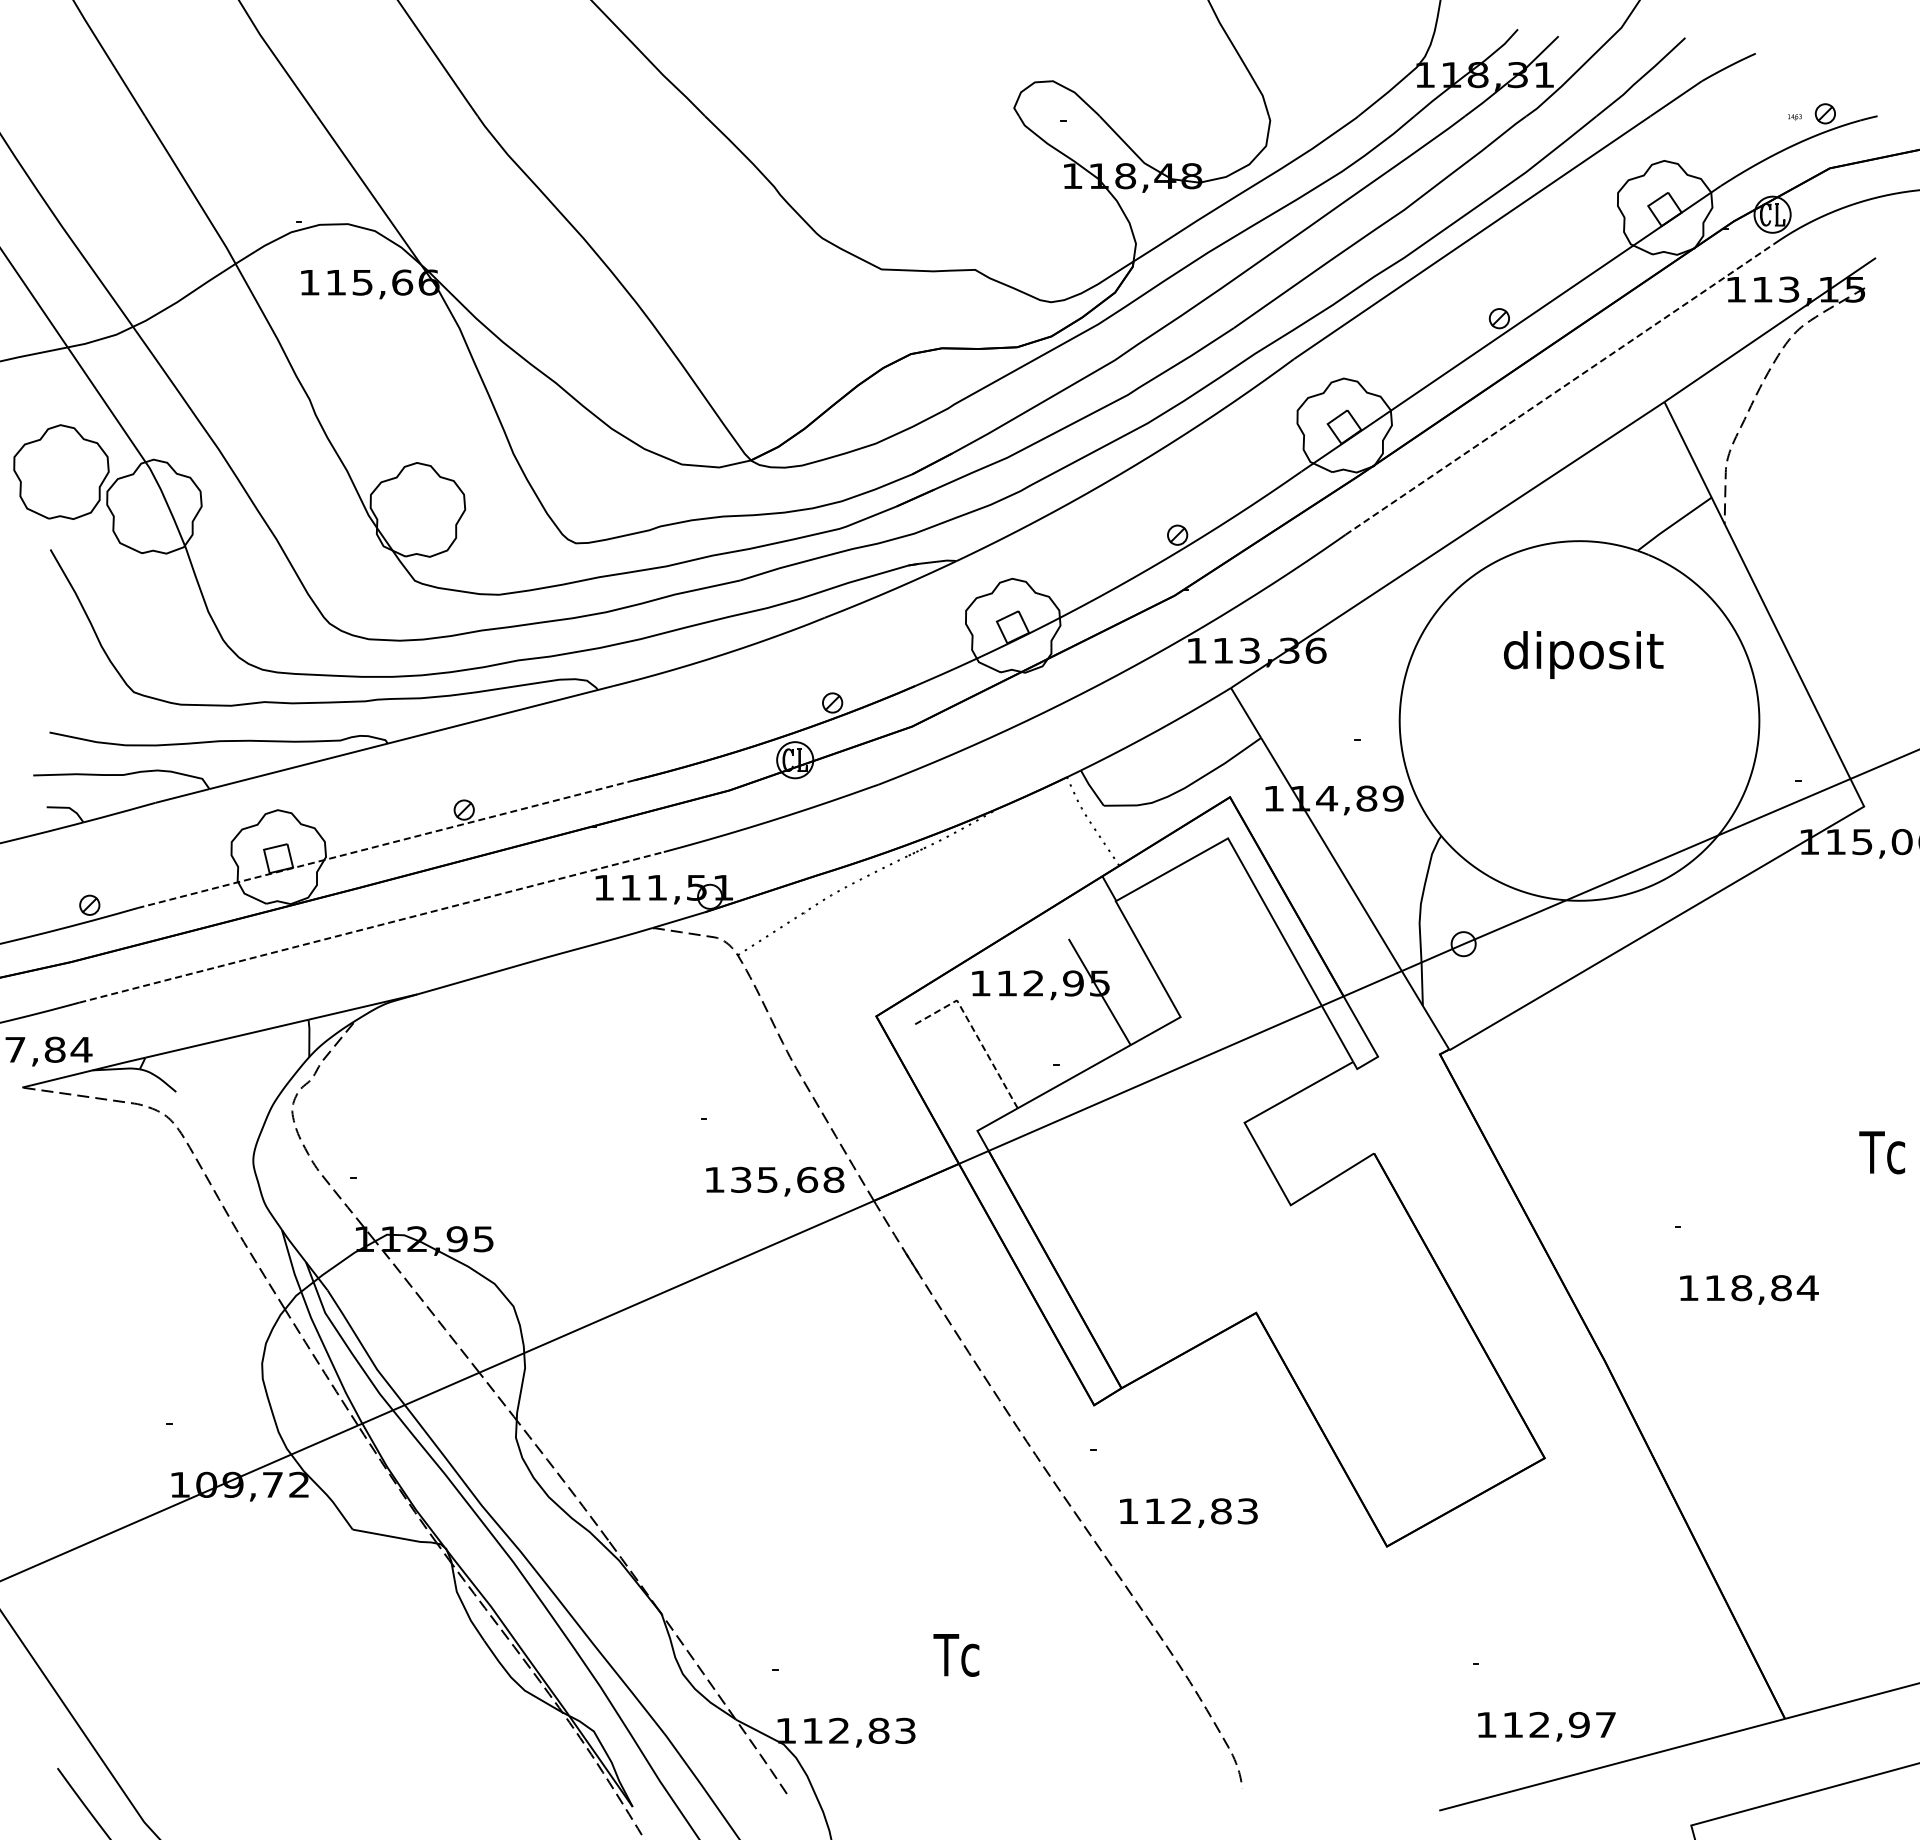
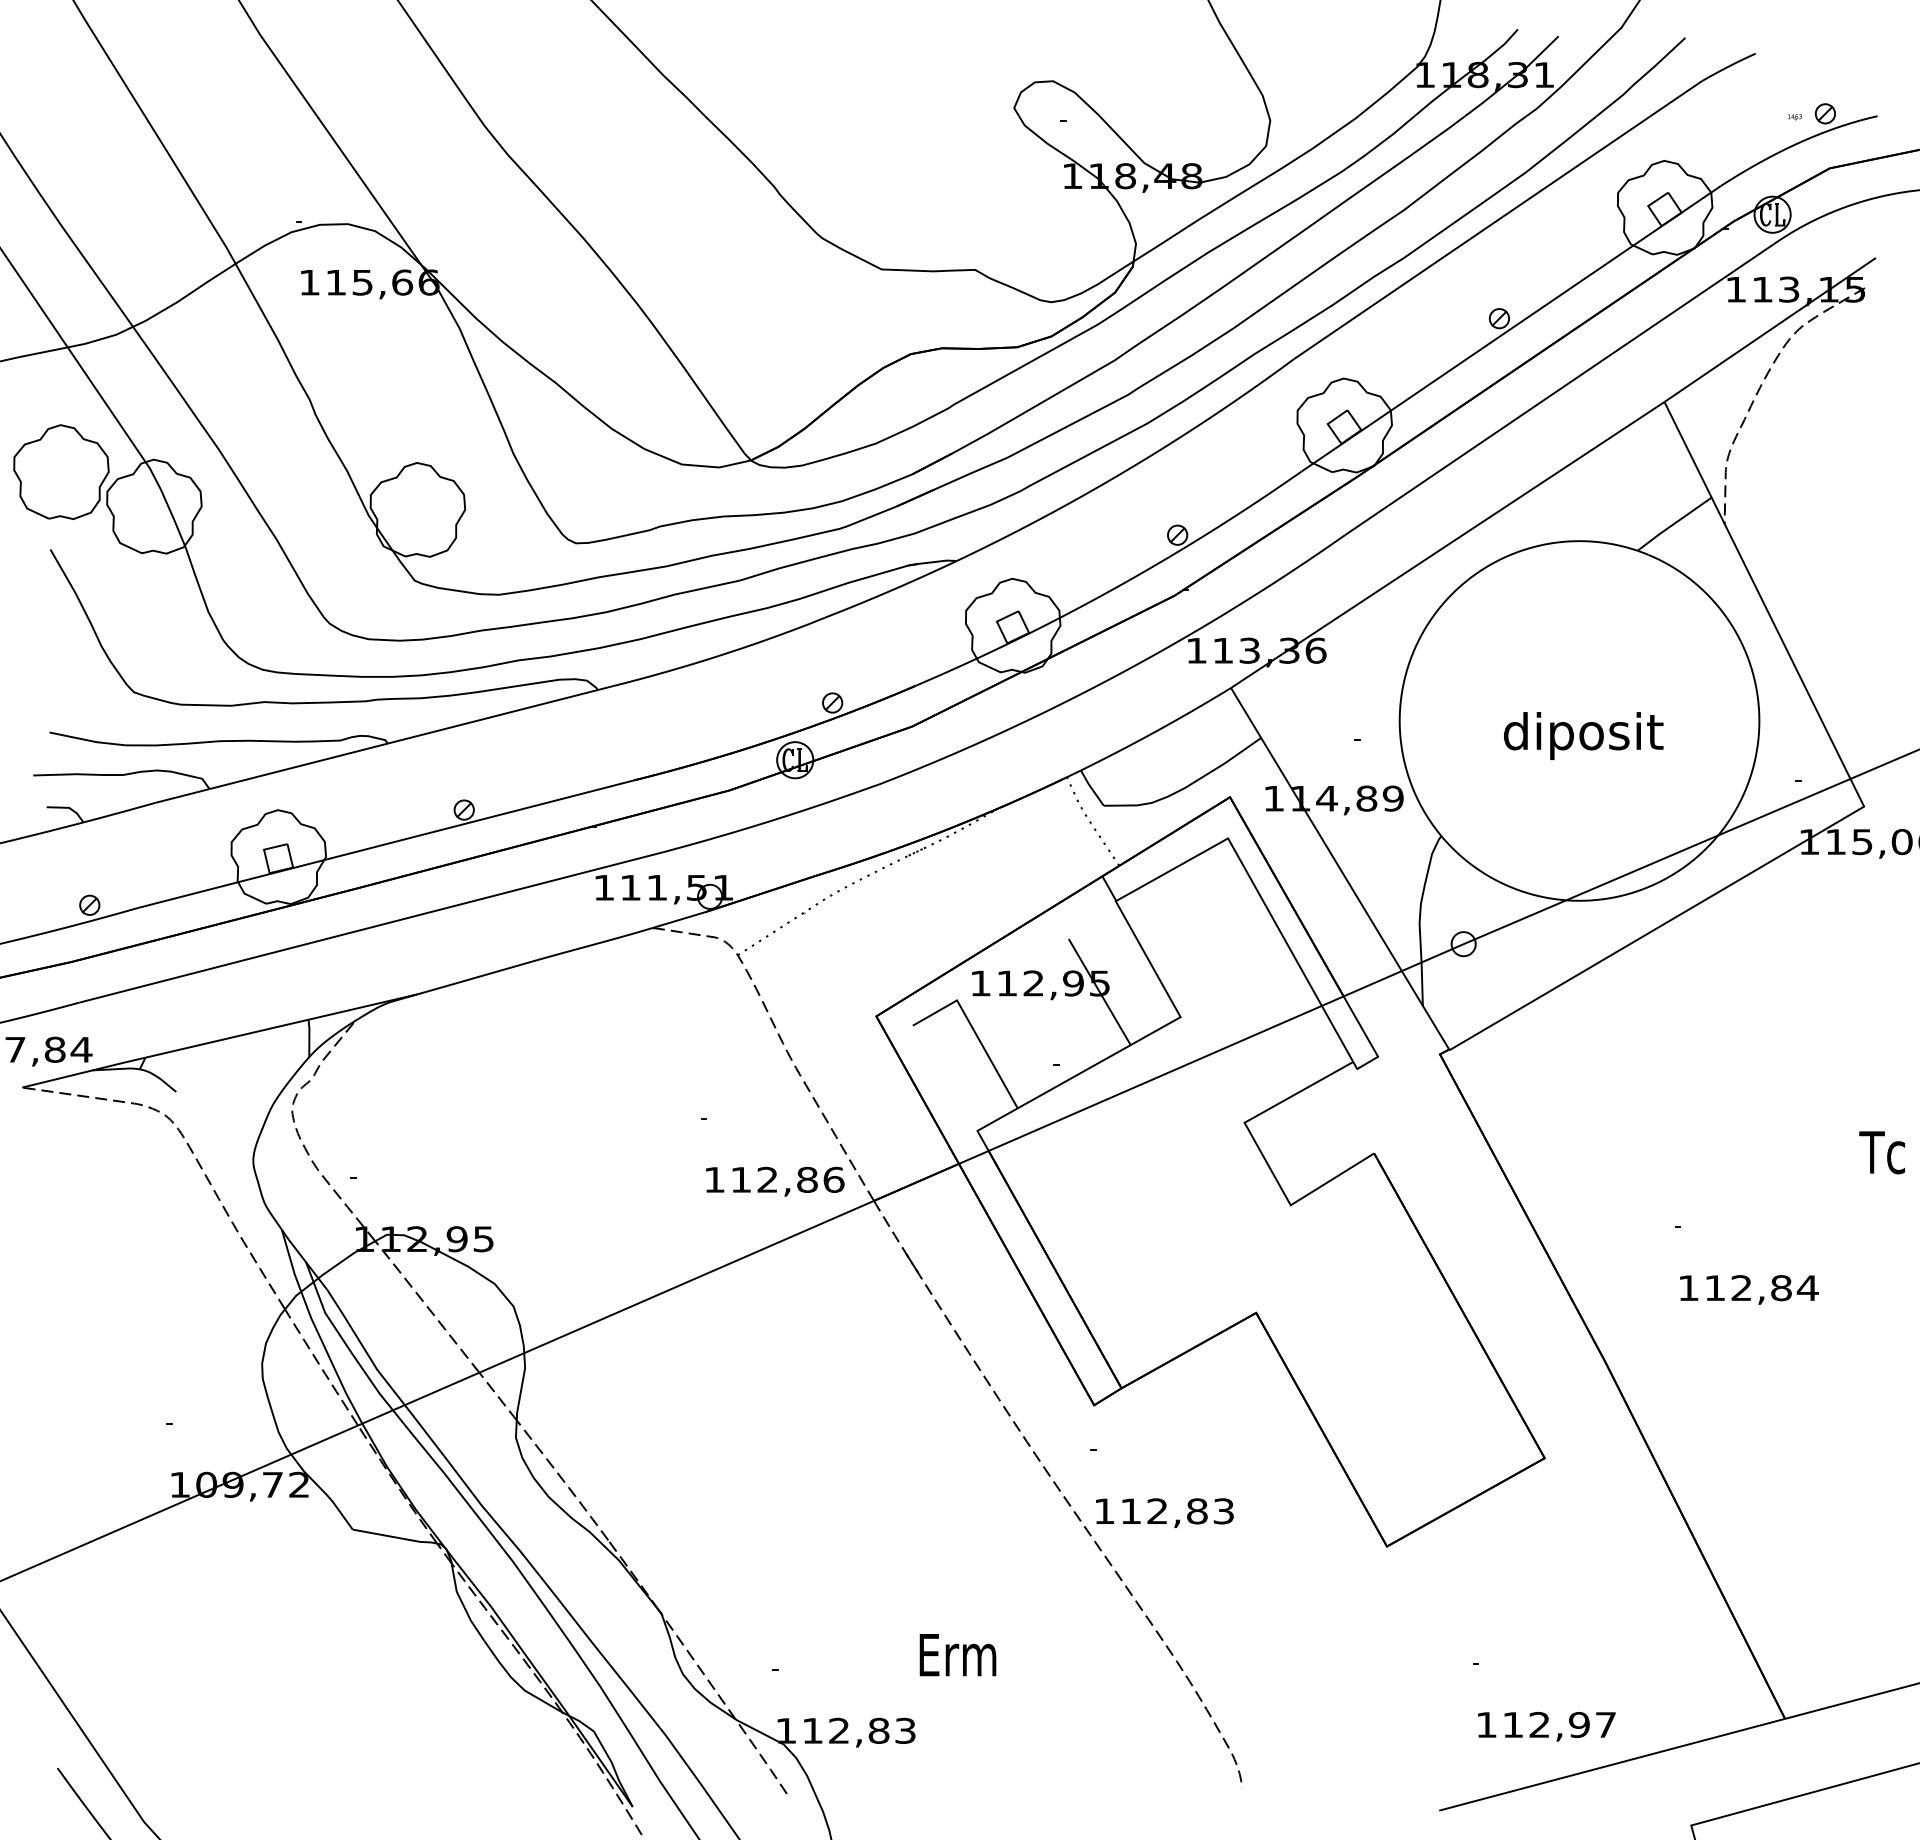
line at (1559, 389): dashed -> solid
text at (1583, 654) position: (1583, 654) -> (1583, 735)
line at (385, 844): dashed -> solid
line at (371, 927): dashed -> solid
line at (974, 1031): dashed -> solid
text at (787, 1179): 135,68 -> 112,86
text at (1741, 1288): 118,84 -> 112,84
text at (1188, 1512) position: (1188, 1512) -> (1164, 1512)
text at (957, 1655): Tc -> Erm
